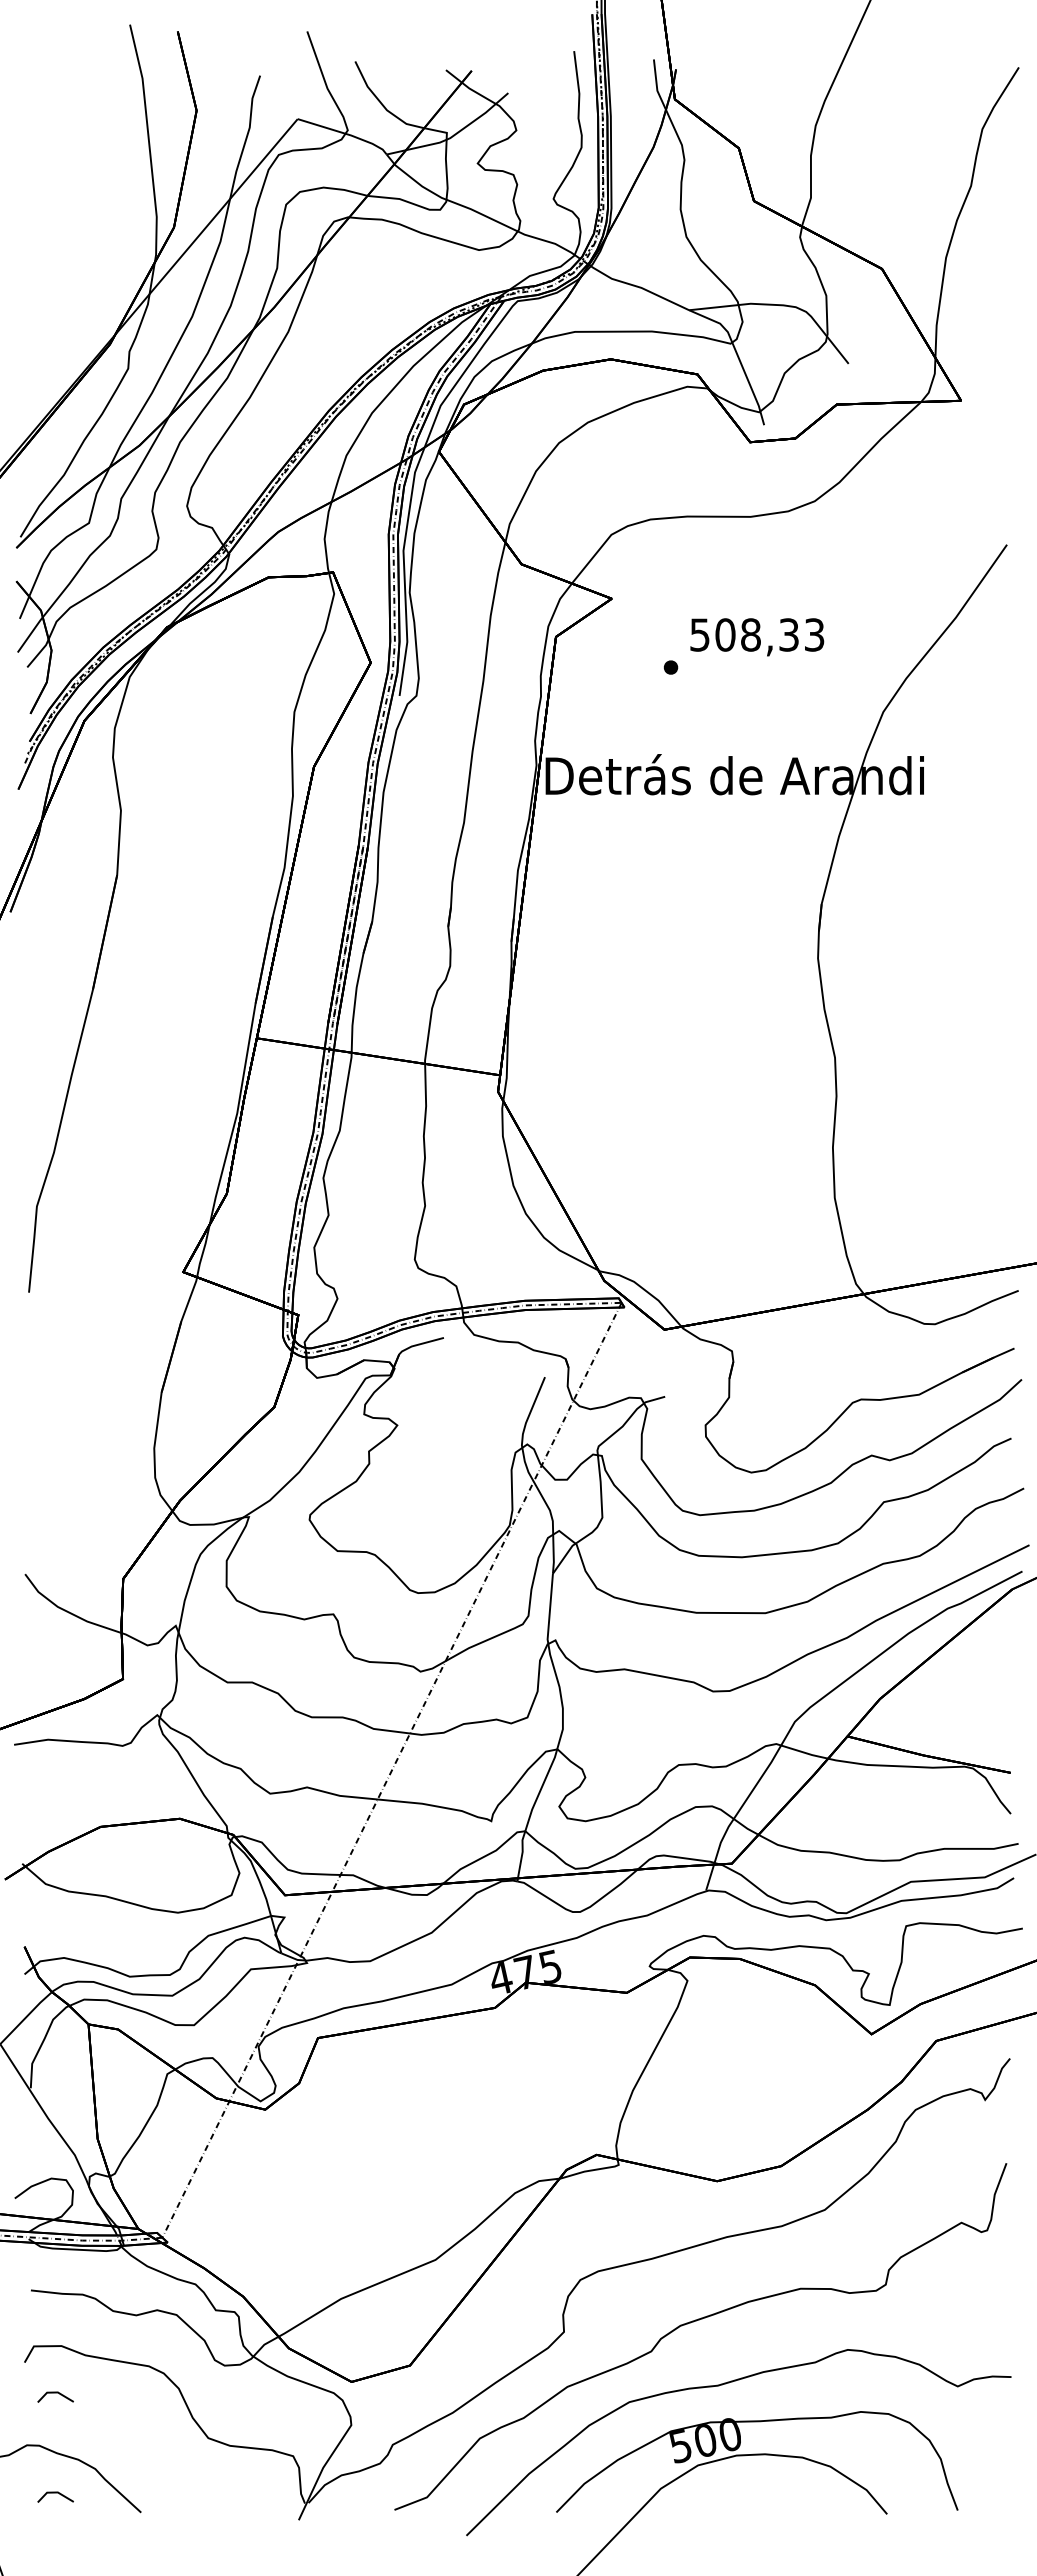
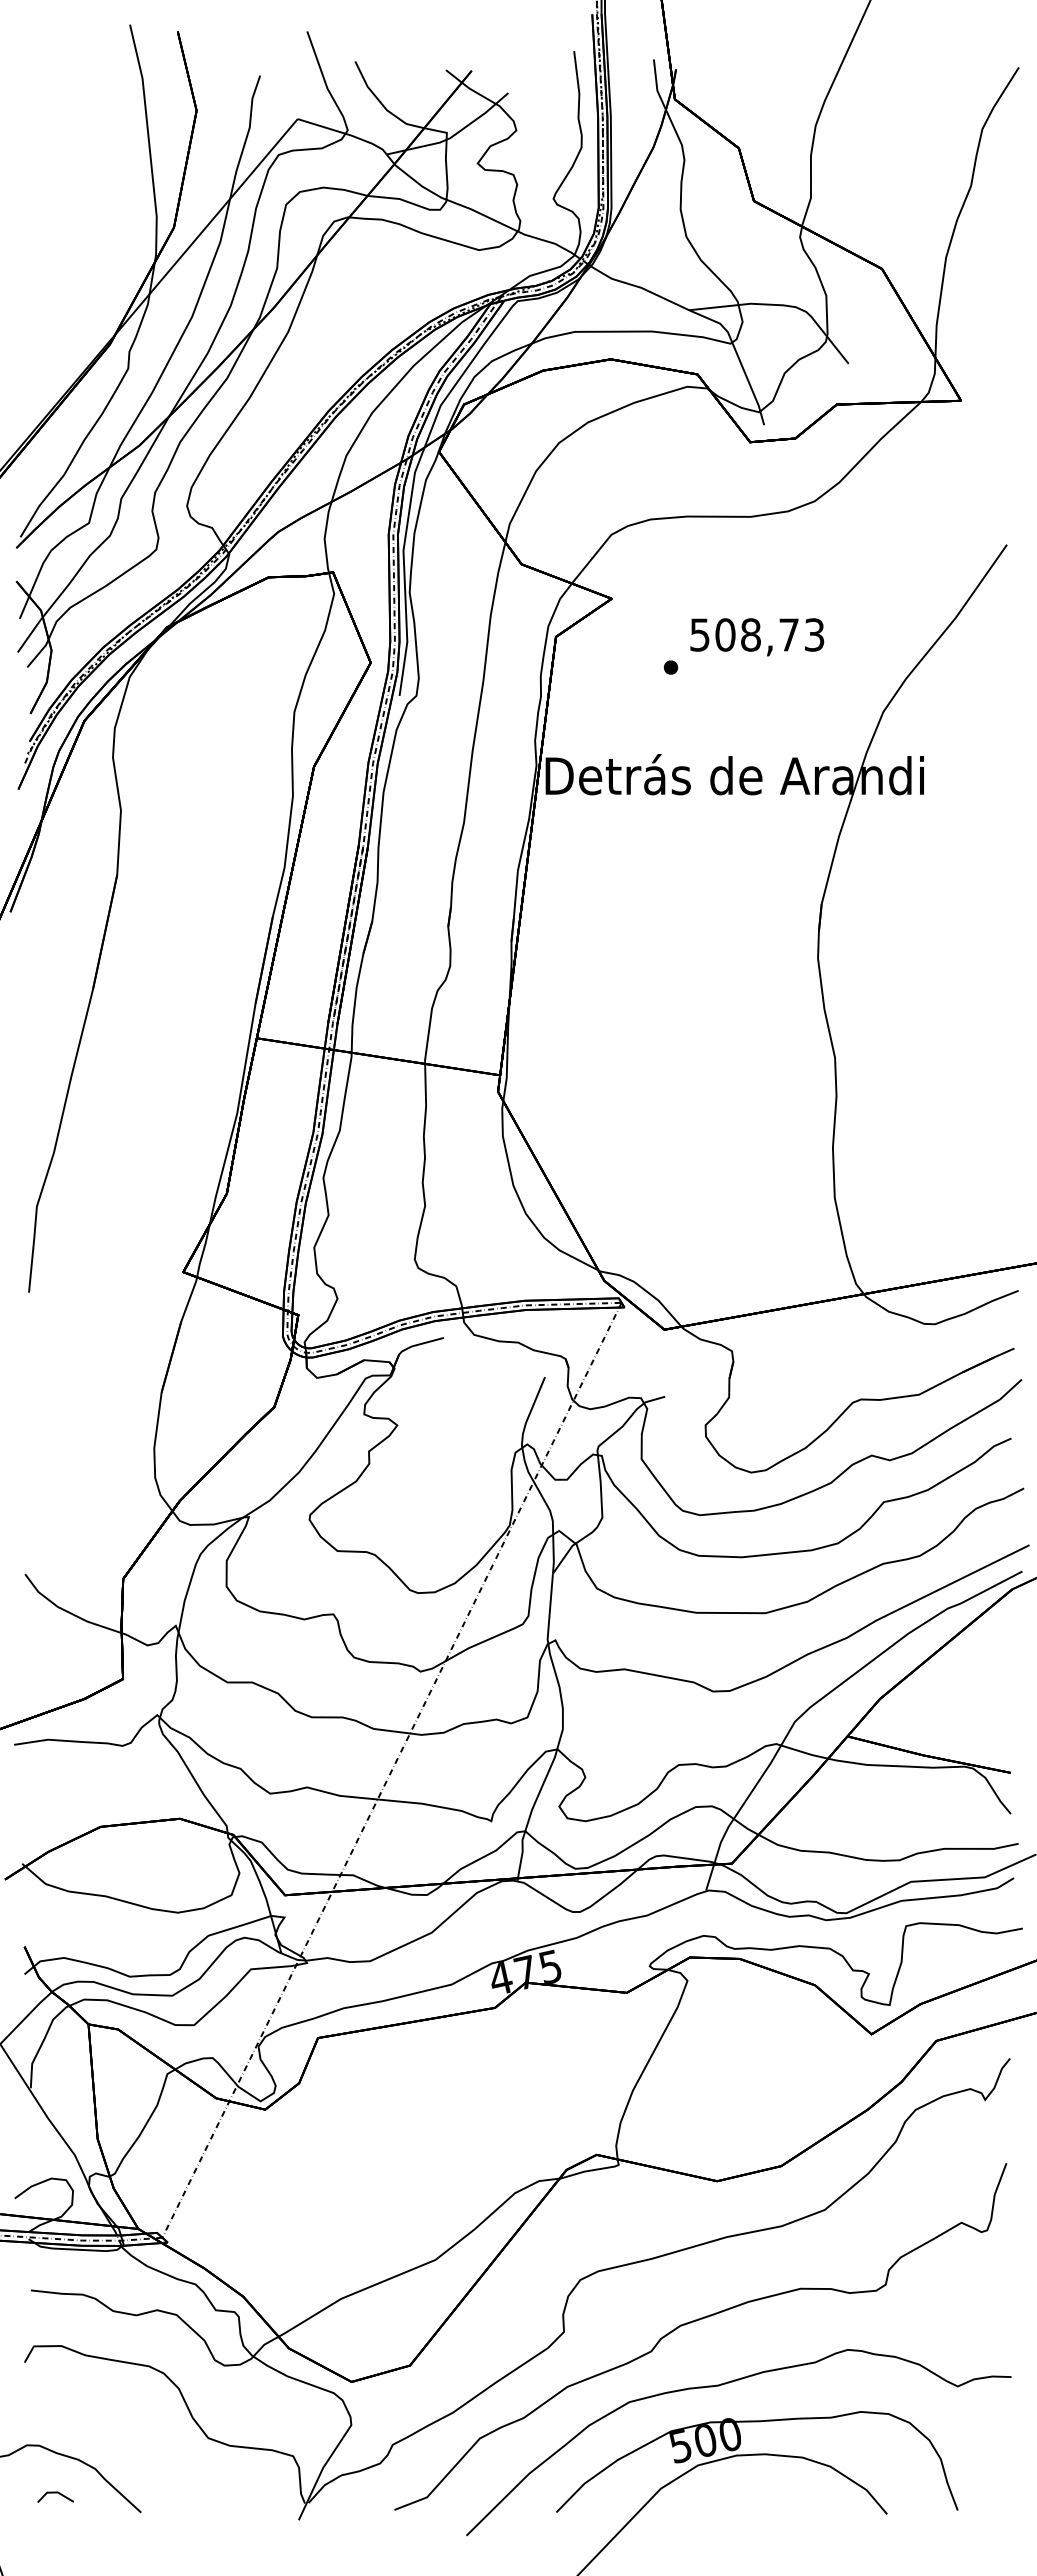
text at (788, 634): 508,33 -> 508,73
line at (55, 2393): present -> none
